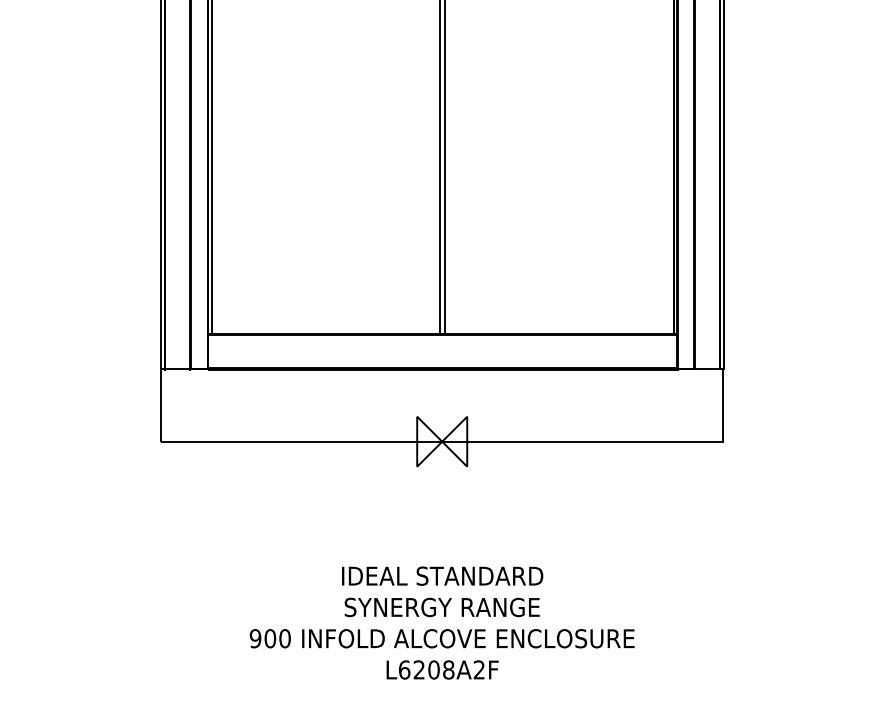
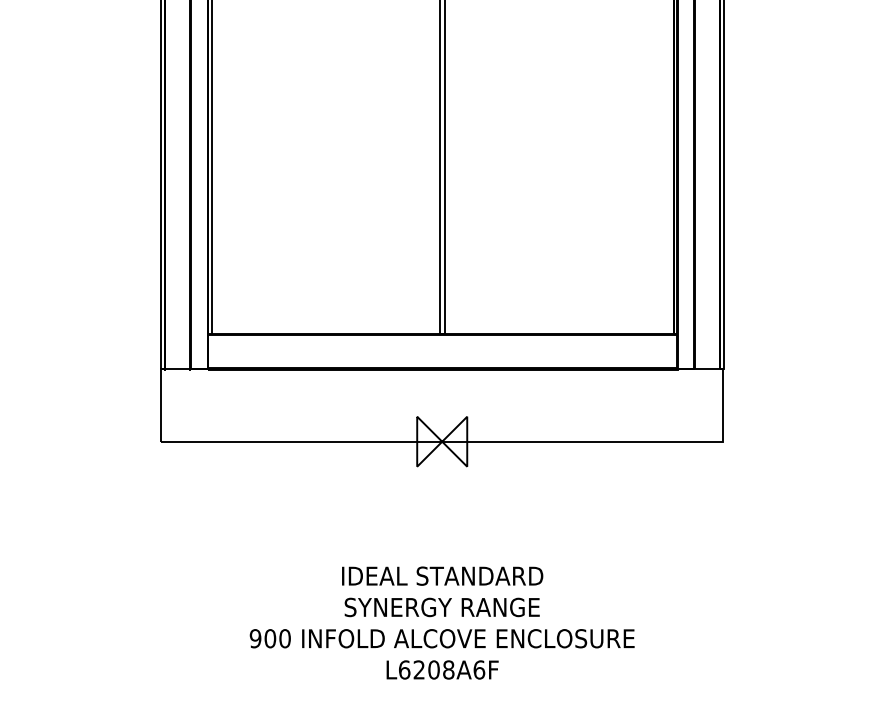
text at (479, 669): L6208A2F -> L6208A6F
